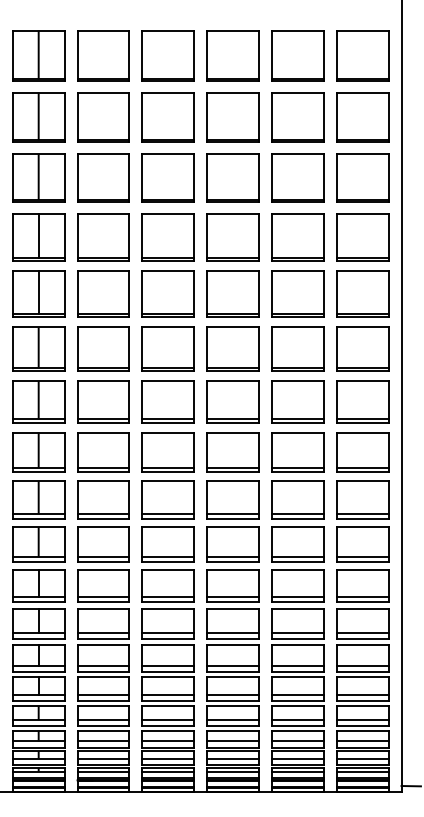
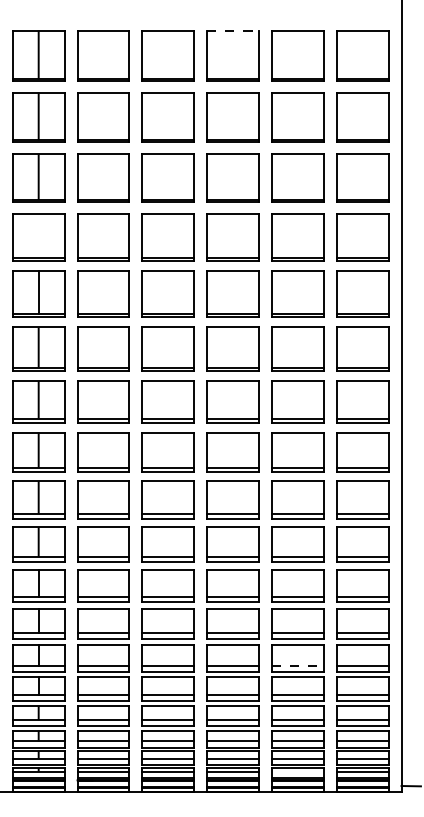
line at (233, 30): solid -> dashed
line at (38, 235): present -> none
line at (297, 665): solid -> dashed
line at (297, 771): present -> none
